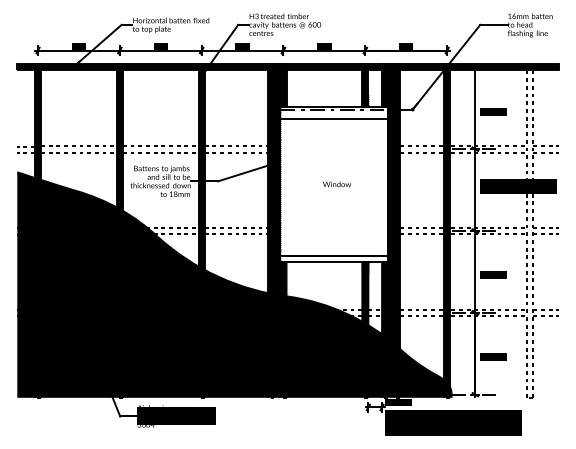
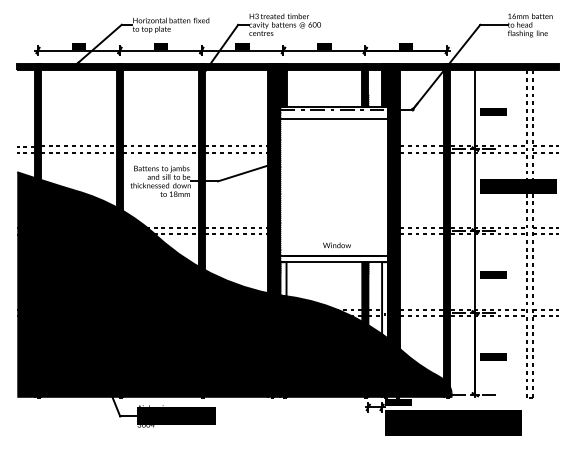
text at (336, 184) position: (336, 184) -> (336, 245)
fill at (283, 279): present -> none
fill at (385, 300): present -> none
